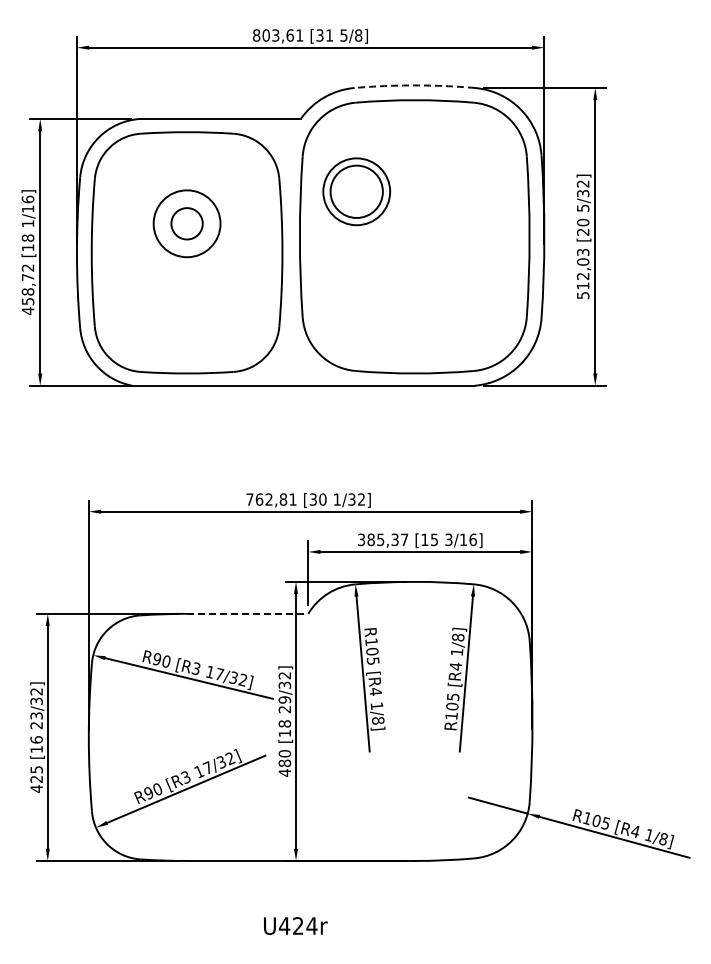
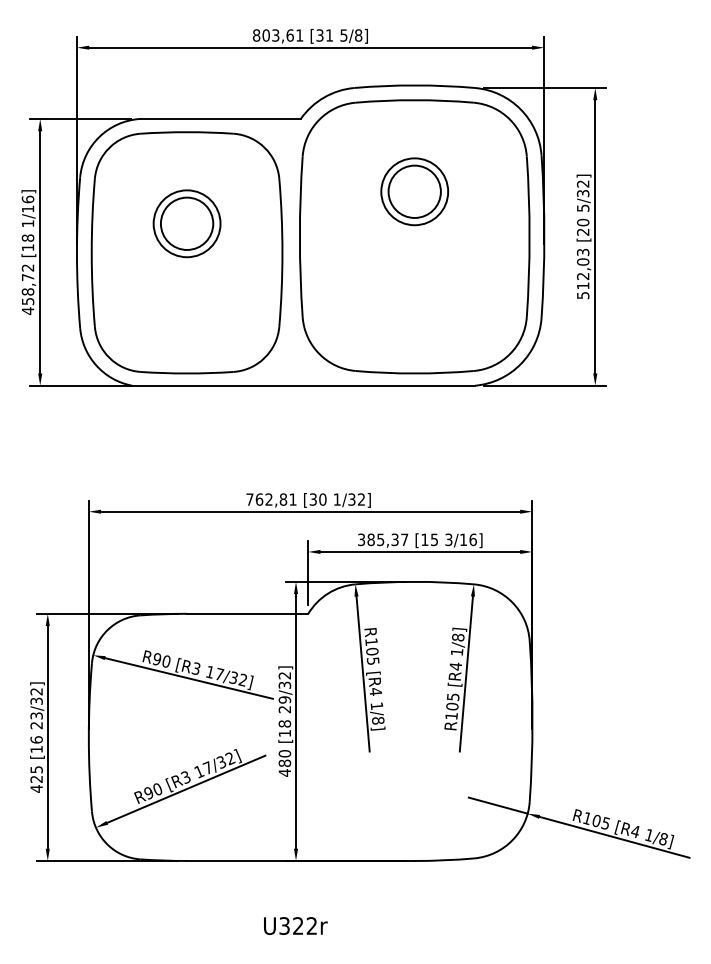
arc at (414, 85): dashed -> solid
part at (356, 191) position: (356, 191) -> (414, 191)
circle at (186, 223) diameter: 31 px -> 52 px
line at (247, 613): dashed -> solid
text at (297, 925): U424r -> U322r
